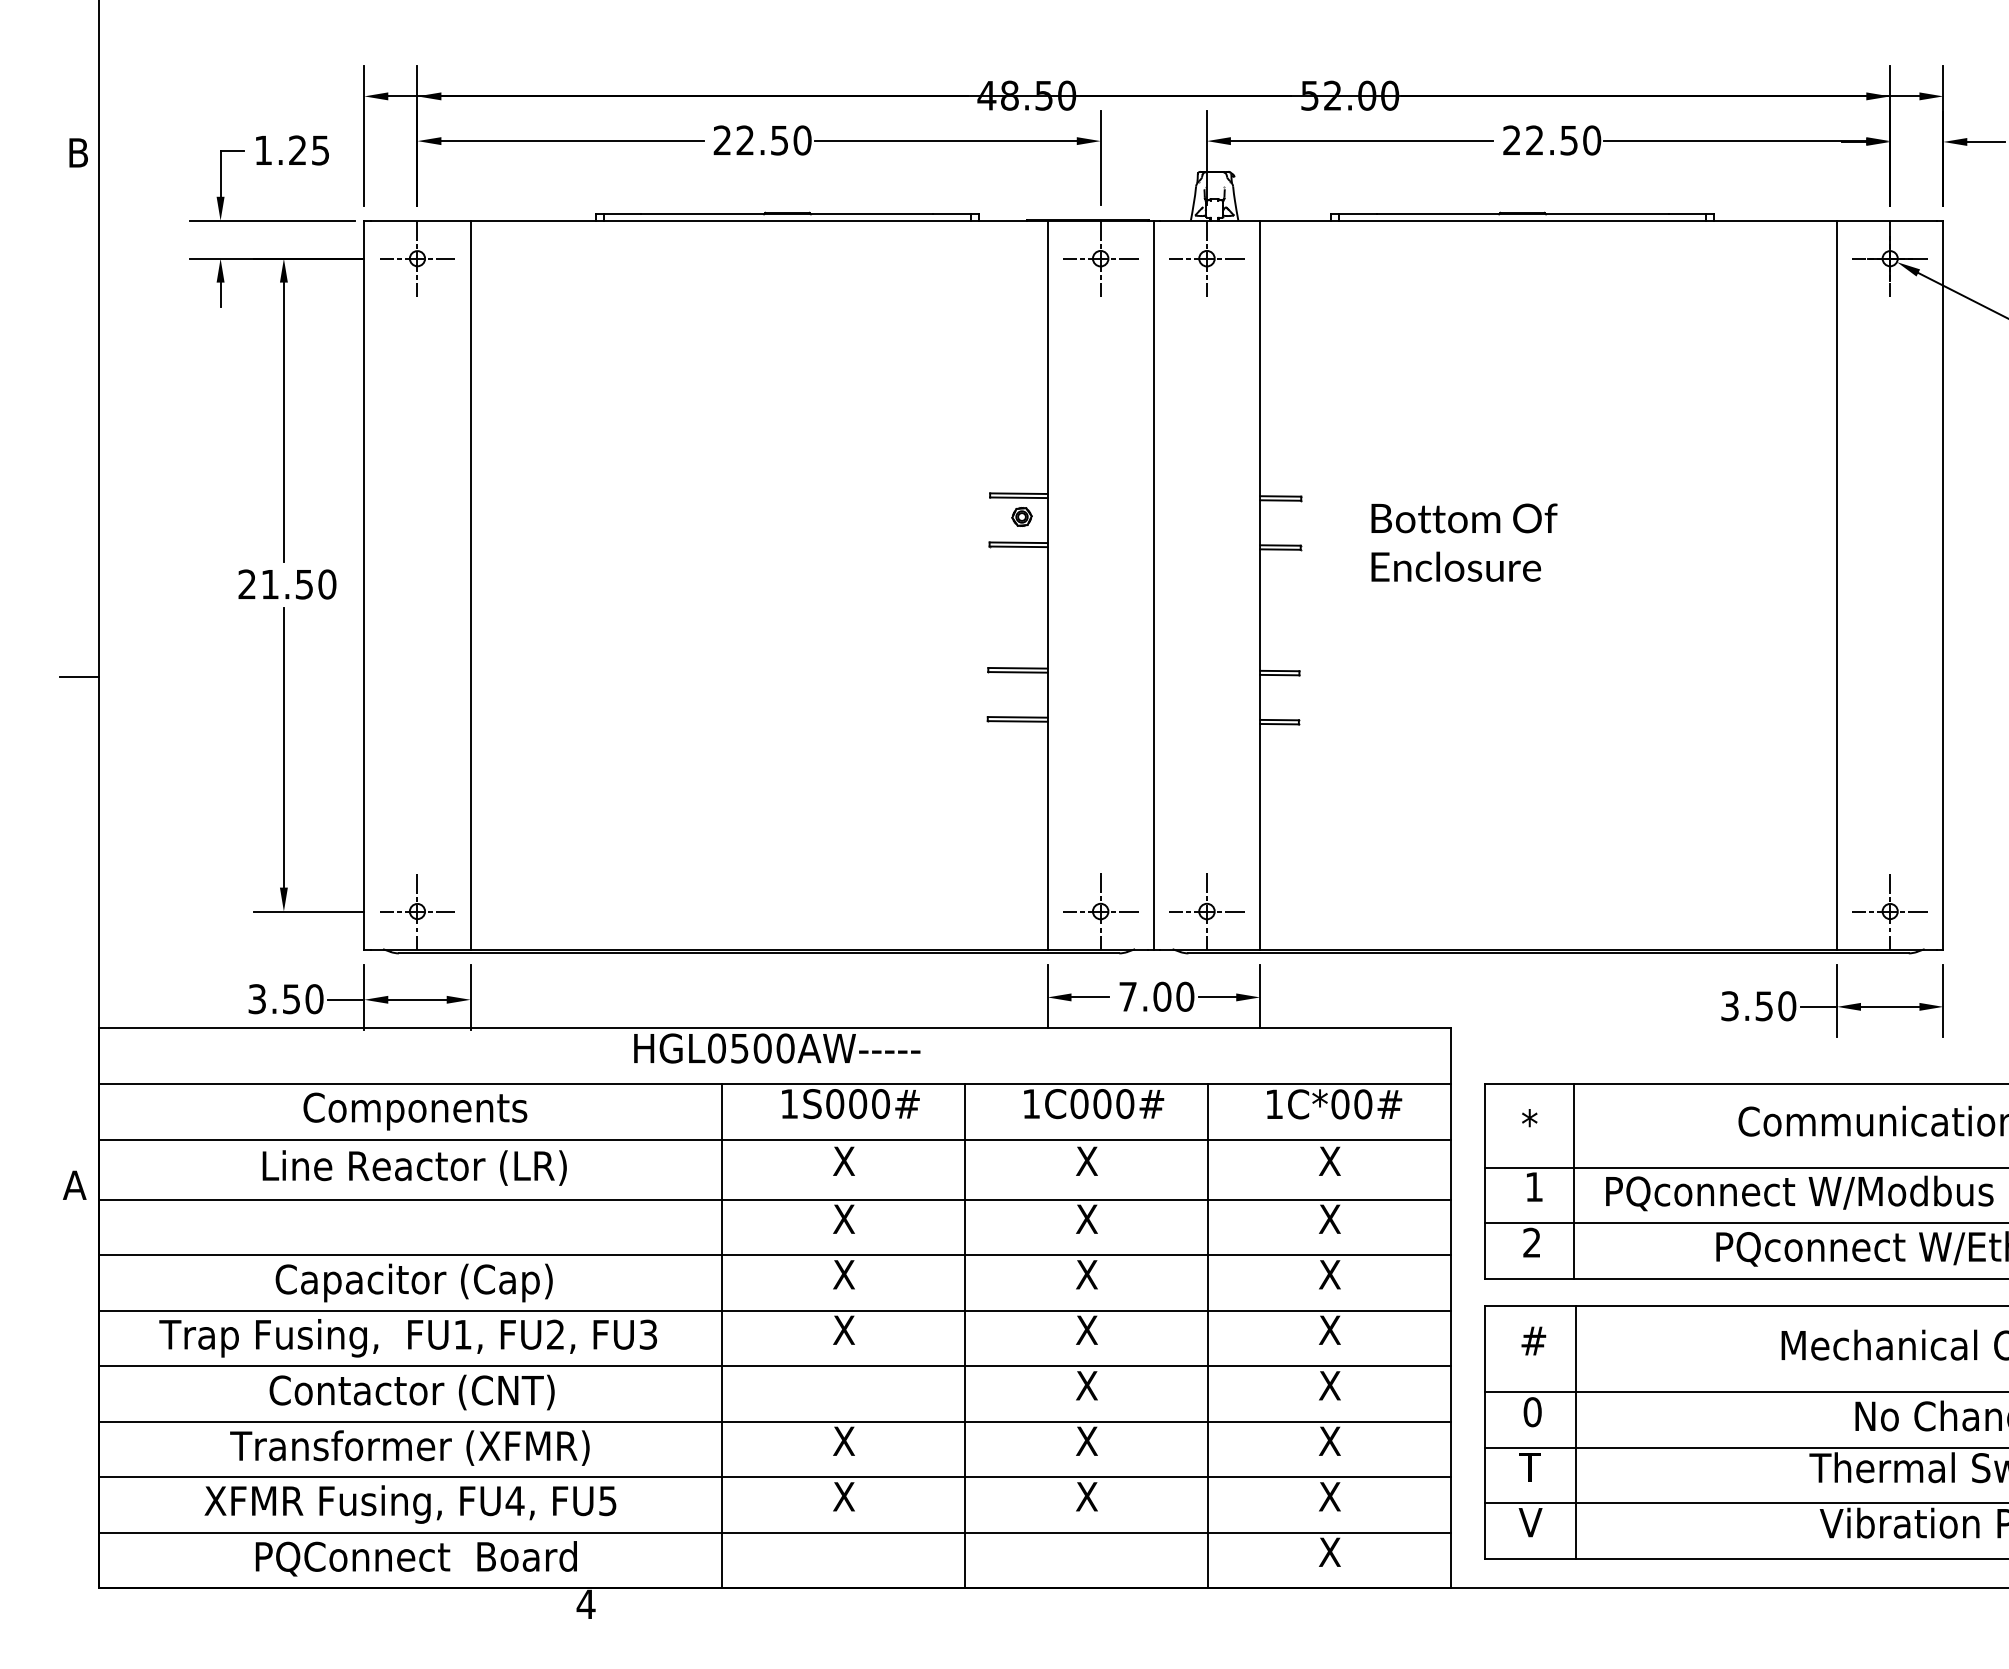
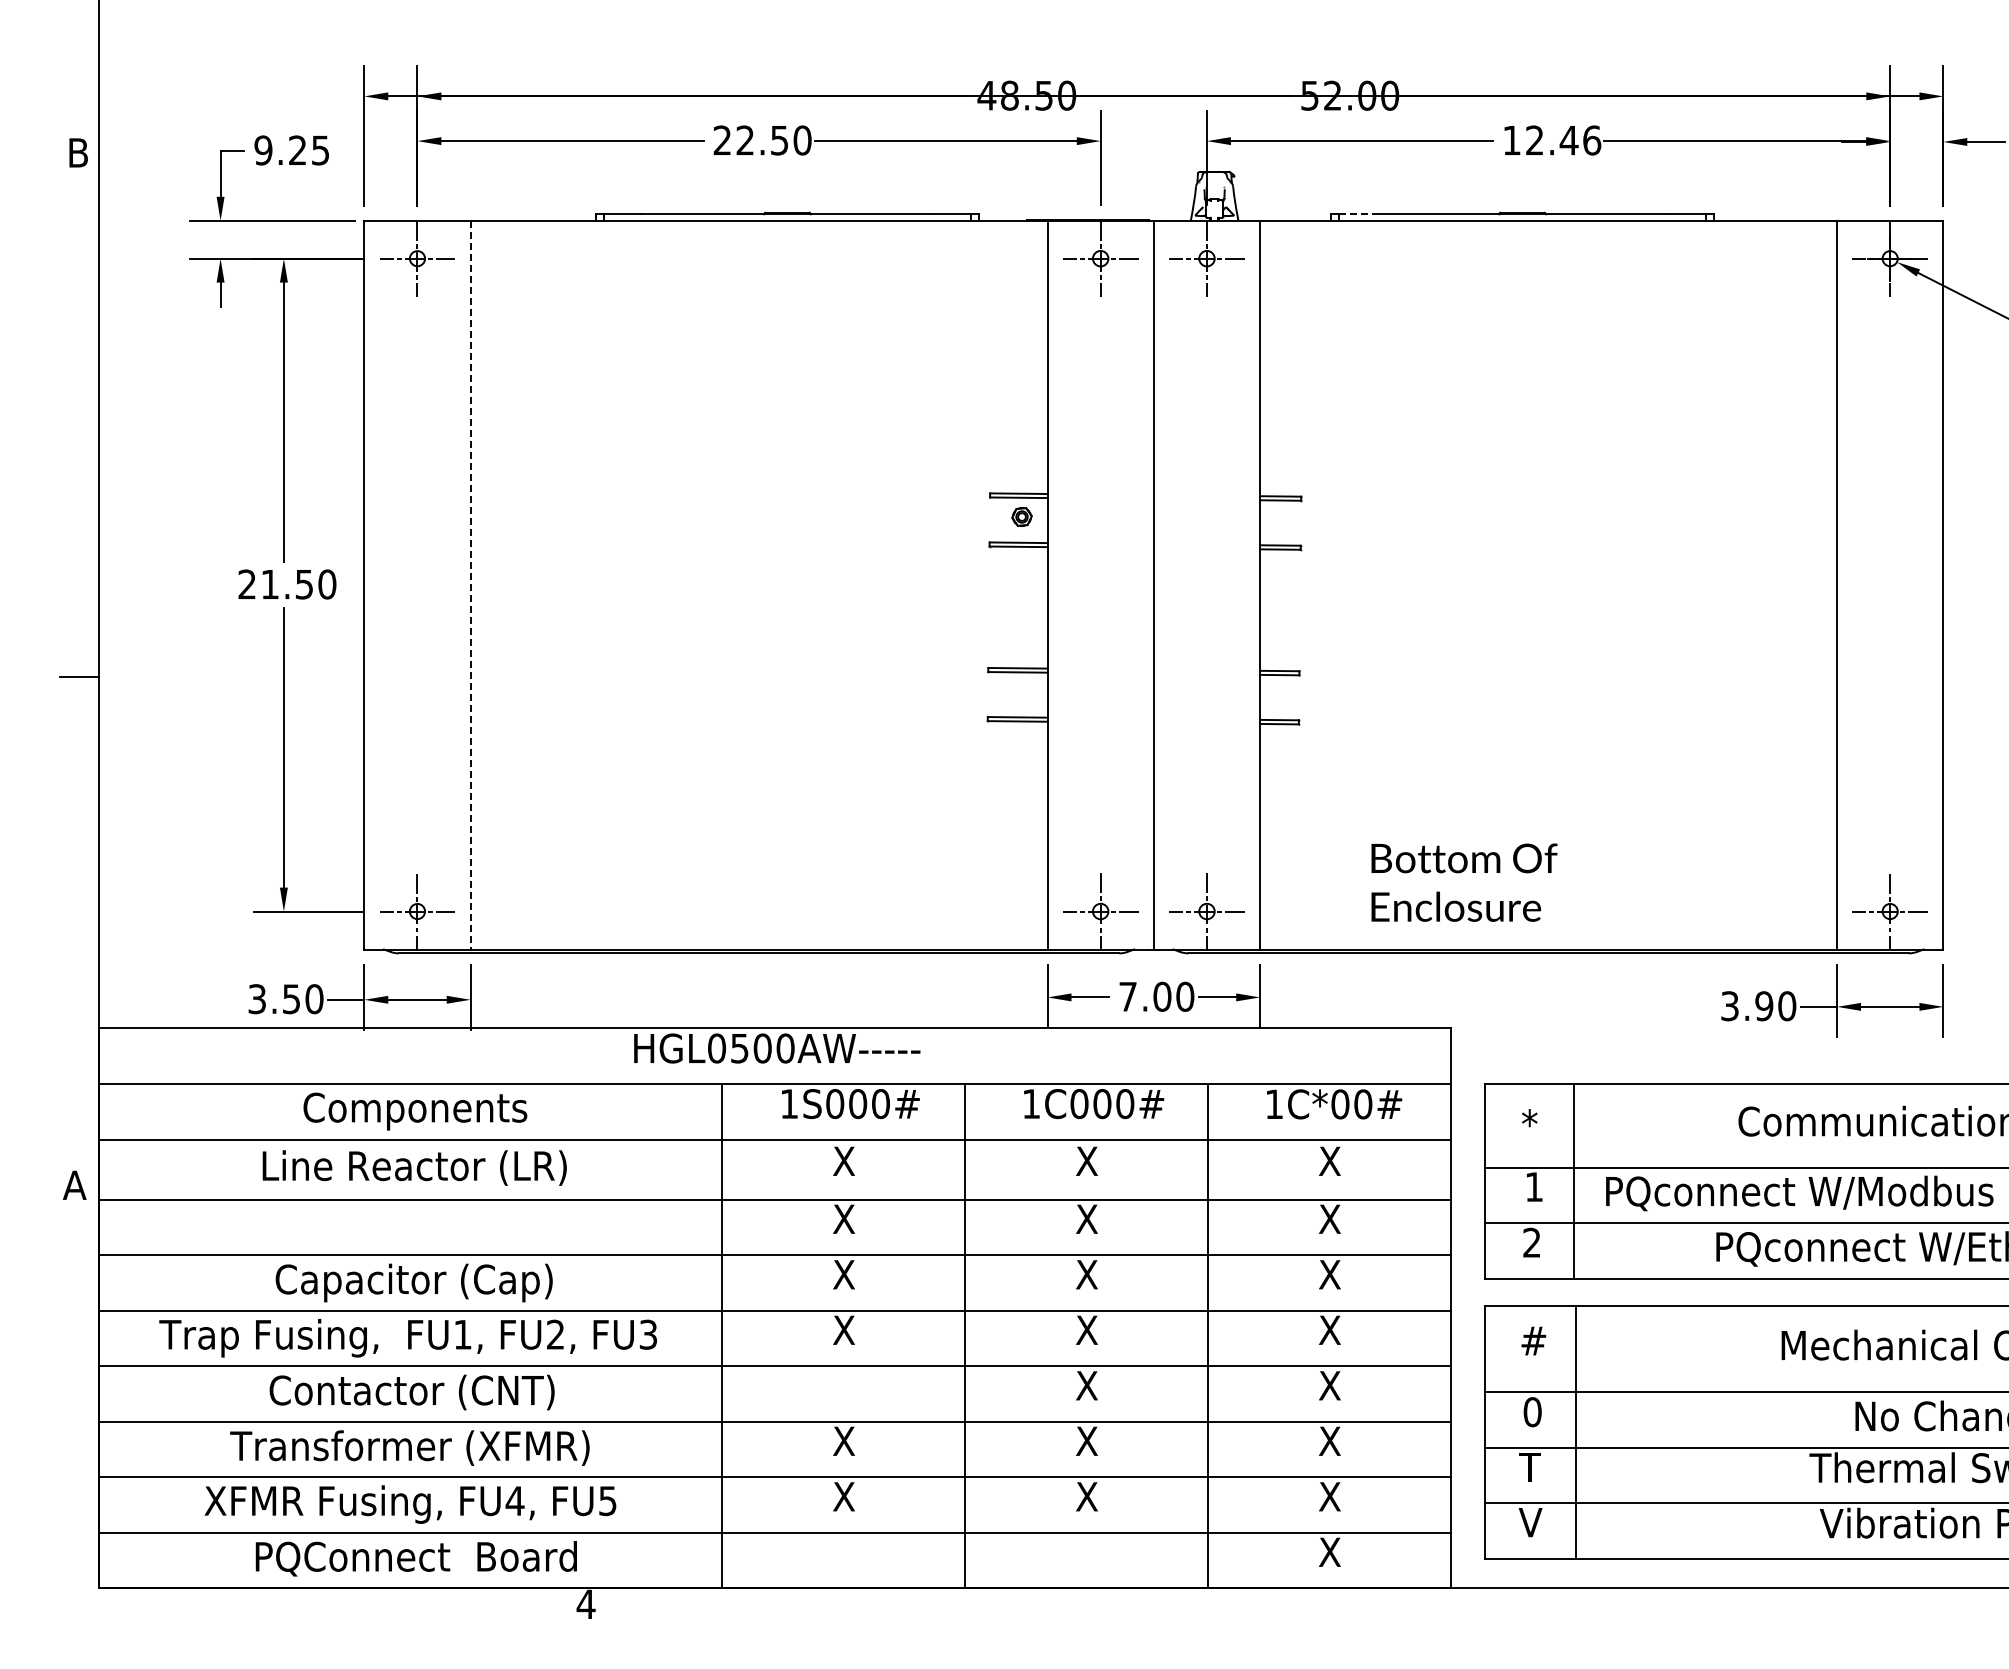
text at (1552, 140): 22.50 -> 12.46
text at (263, 150): 1.25 -> 9.25
line at (1357, 214): solid -> dashed
text at (1464, 542) position: (1464, 542) -> (1464, 882)
line at (470, 585): solid -> dashed
text at (1764, 1006): 3.50 -> 3.90
